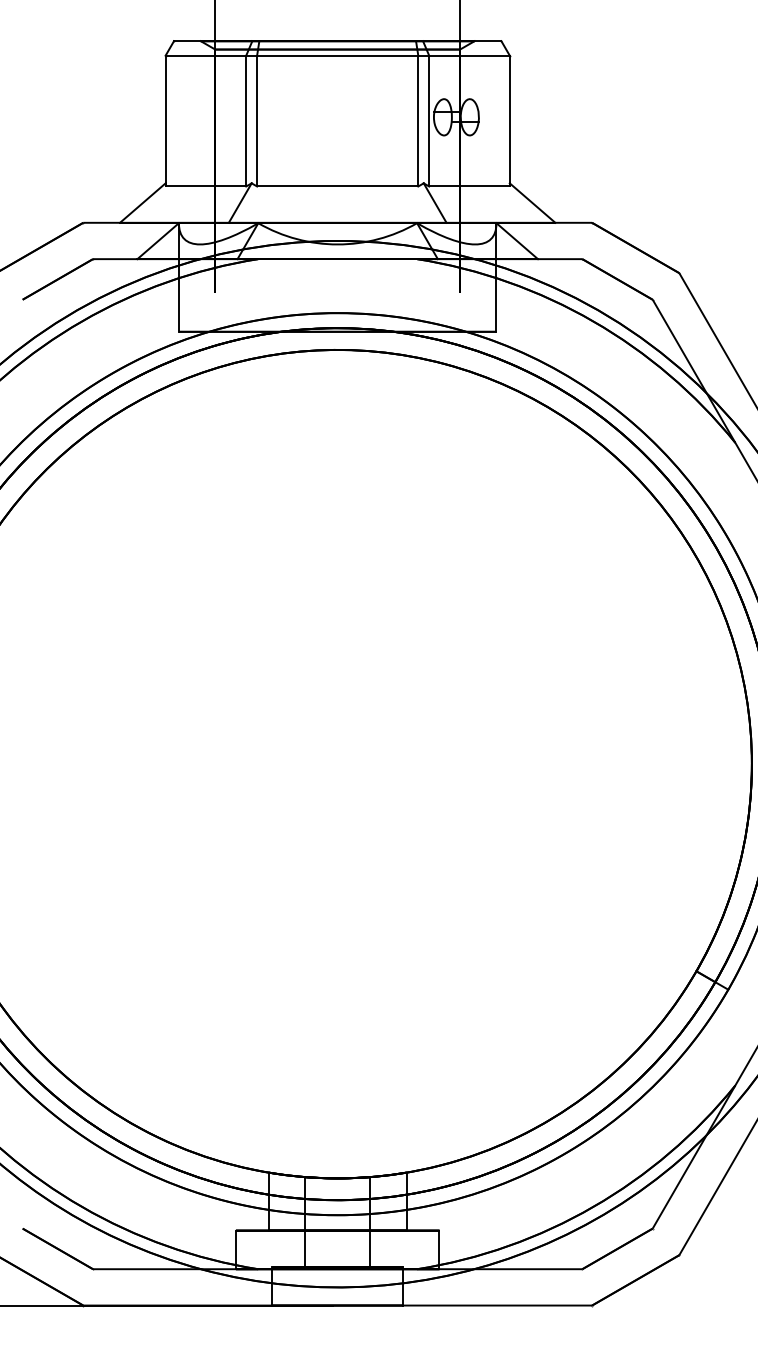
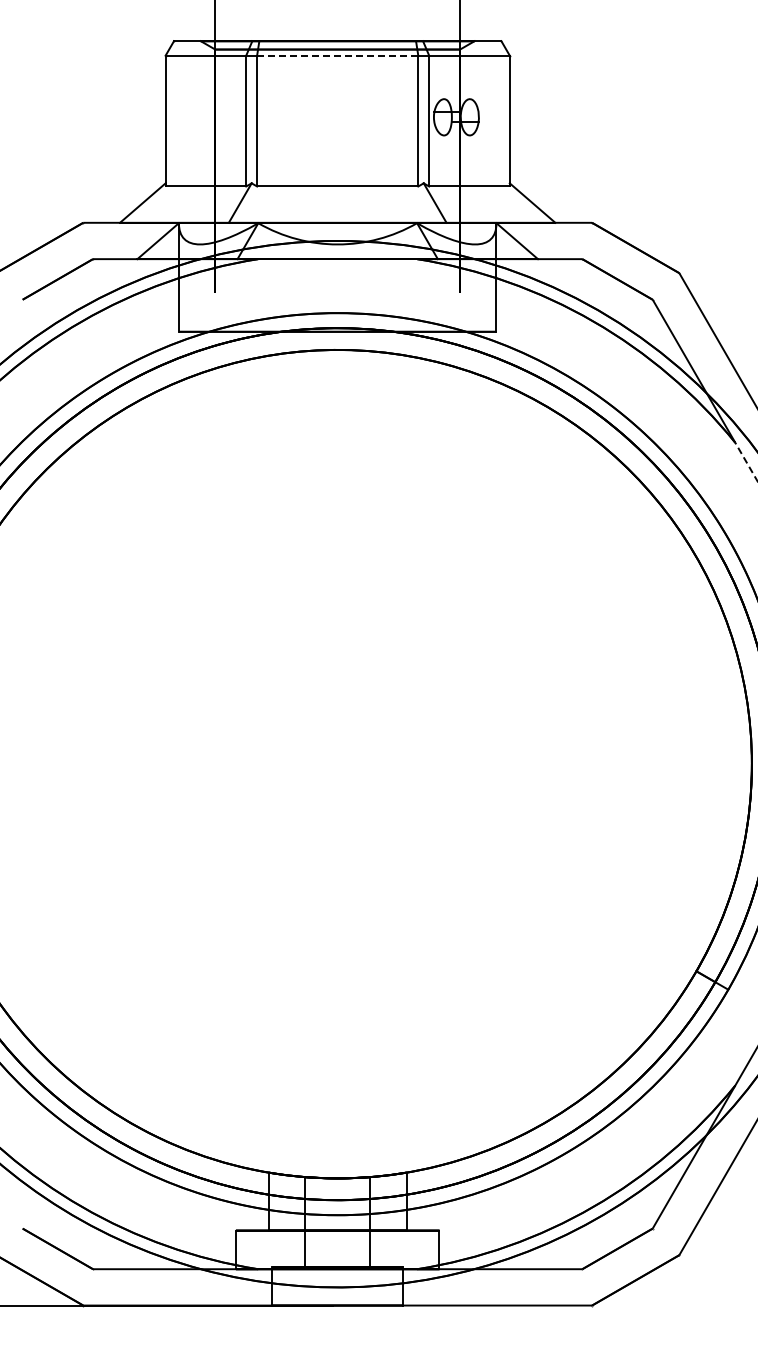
line at (337, 55): solid -> dashed
line at (746, 461): solid -> dashed
